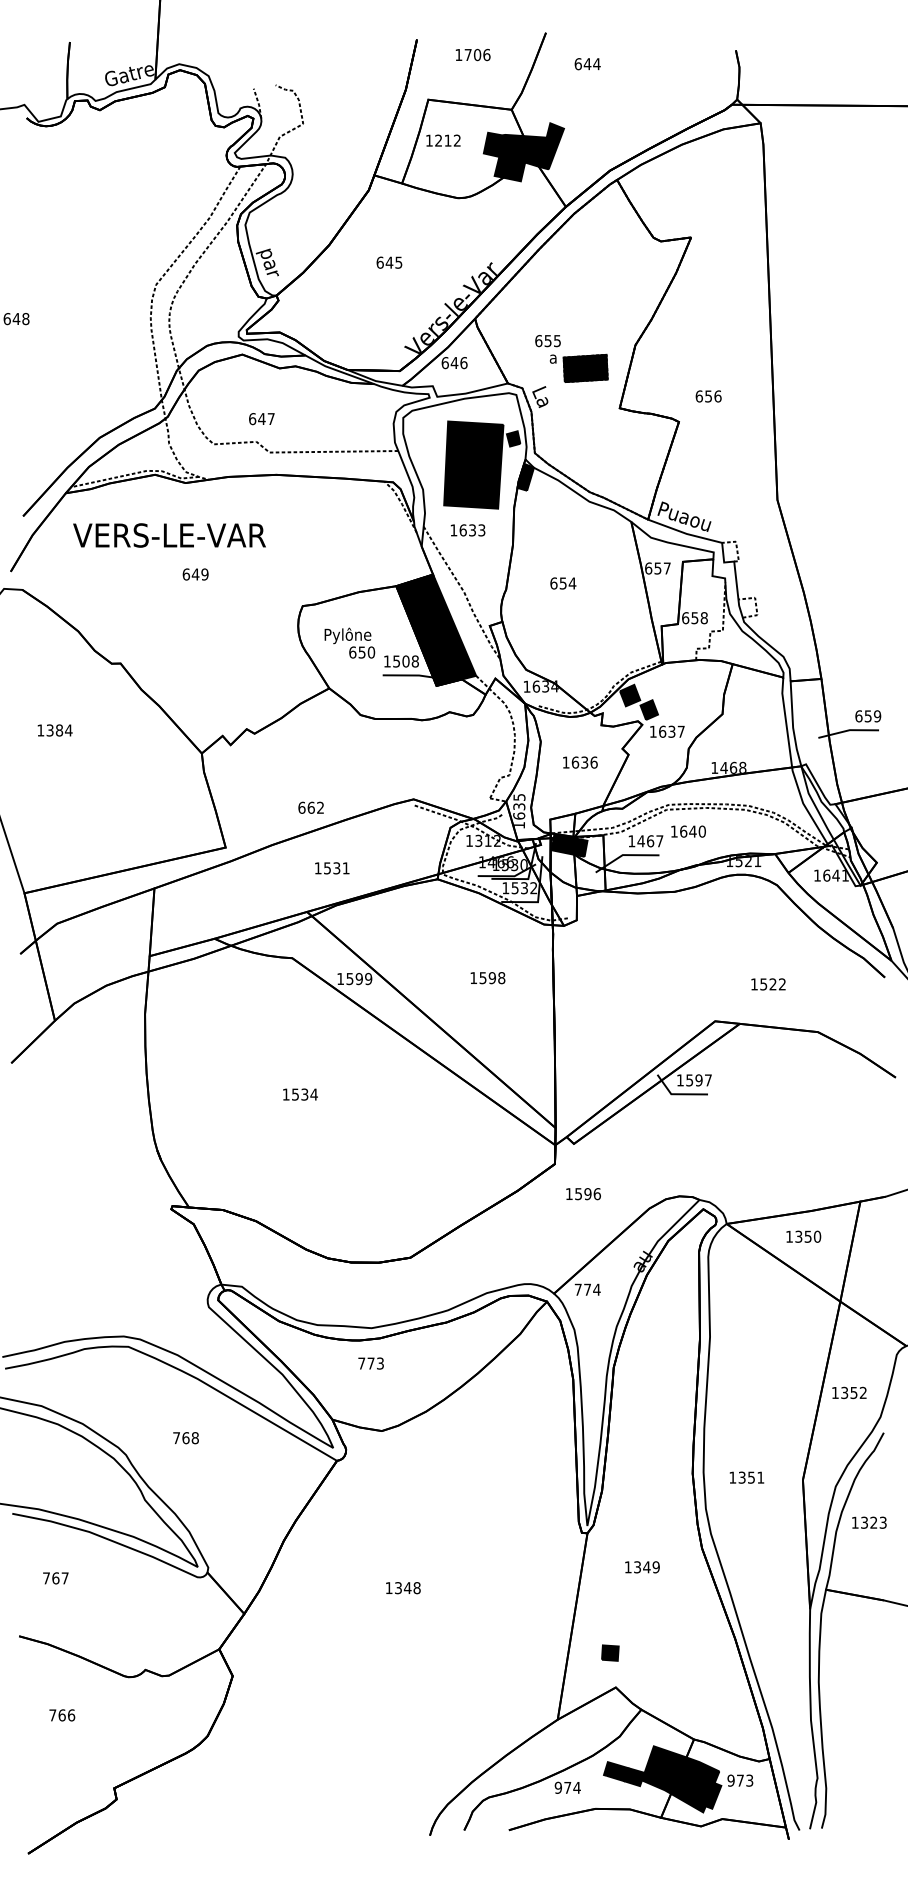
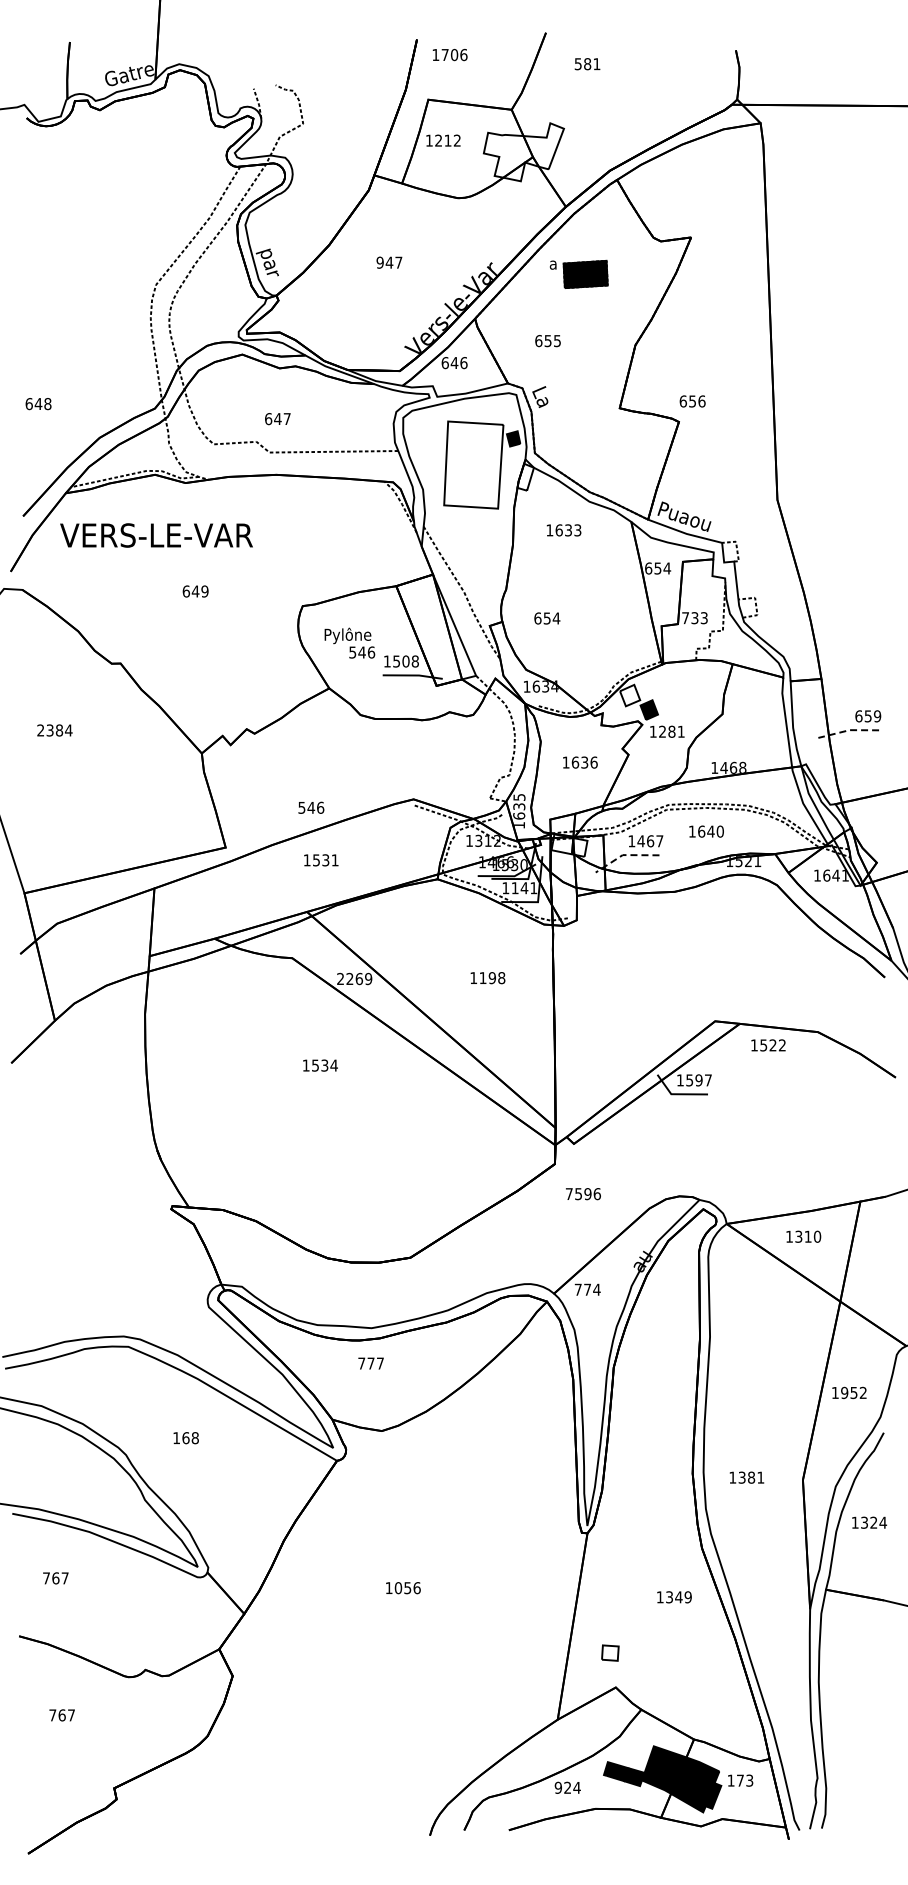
text at (472, 55) position: (472, 55) -> (449, 55)
text at (587, 64): 644 -> 581
fill at (523, 152): present -> none
text at (389, 262): 645 -> 947
text at (16, 319) position: (16, 319) -> (38, 404)
part at (578, 367) position: (578, 367) -> (578, 273)
text at (708, 396) position: (708, 396) -> (692, 401)
text at (261, 419) position: (261, 419) -> (277, 419)
fill at (473, 464): present -> none
fill at (525, 476): present -> none
text at (467, 530) position: (467, 530) -> (563, 530)
text at (169, 535) position: (169, 535) -> (156, 535)
text at (667, 568): 657 -> 654
text at (195, 574) position: (195, 574) -> (195, 591)
text at (563, 583) position: (563, 583) -> (547, 618)
text at (694, 618): 658 -> 733
fill at (436, 629): present -> none
text at (362, 652): 650 -> 546
fill at (630, 695): present -> none
text at (40, 730): 1384 -> 2384
line at (848, 730): solid -> dashed
text at (671, 731): 1637 -> 1281
text at (311, 807): 662 -> 546
text at (688, 831) position: (688, 831) -> (706, 831)
fill at (569, 845): present -> none
line at (623, 855): solid -> dashed
text at (332, 868) position: (332, 868) -> (321, 860)
text at (524, 888): 1532 -> 1141
text at (349, 978): 1599 -> 2269
text at (482, 978): 1598 -> 1198
text at (768, 984) position: (768, 984) -> (768, 1045)
text at (300, 1094) position: (300, 1094) -> (320, 1065)
text at (568, 1193): 1596 -> 7596
text at (807, 1236): 1350 -> 1310
text at (380, 1363): 773 -> 777
text at (844, 1392): 1352 -> 1952
text at (176, 1438): 768 -> 168
text at (751, 1477): 1351 -> 1381
text at (883, 1522): 1323 -> 1324
text at (642, 1567) position: (642, 1567) -> (674, 1597)
text at (407, 1588): 1348 -> 1056
fill at (610, 1652): present -> none
text at (71, 1715): 766 -> 767
text at (730, 1780): 973 -> 173
text at (567, 1787): 974 -> 924
